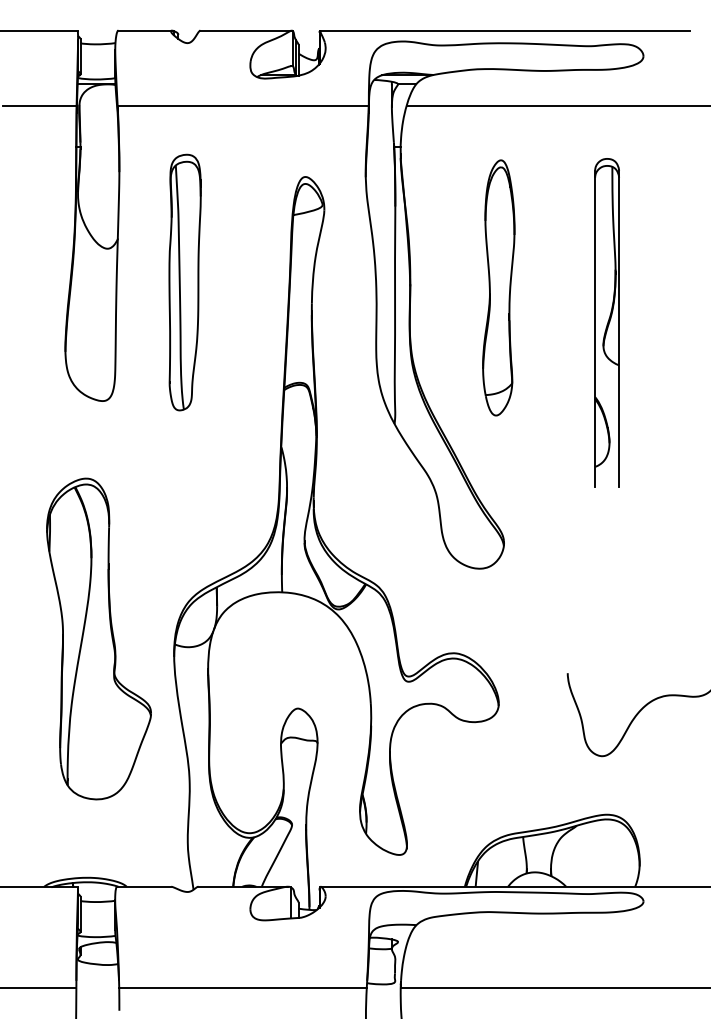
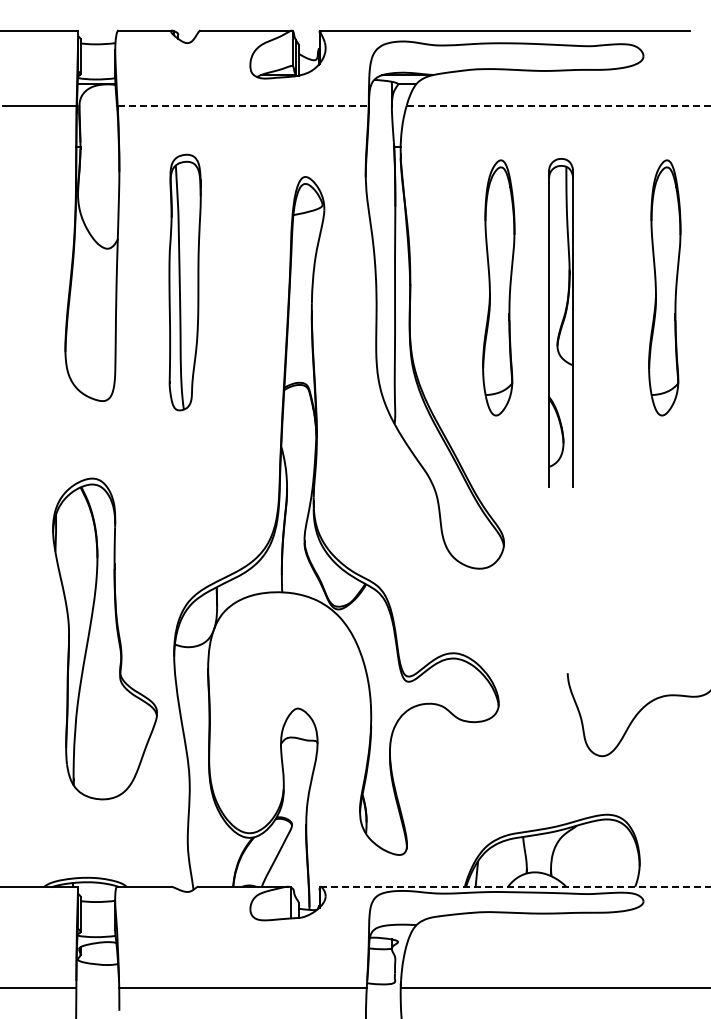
line at (243, 105): solid -> dashed
line at (559, 105): solid -> dashed
part at (664, 287): none -> present
part at (606, 322) position: (606, 322) -> (560, 322)
part at (98, 638) position: (98, 638) -> (104, 638)
line at (515, 886): solid -> dashed
